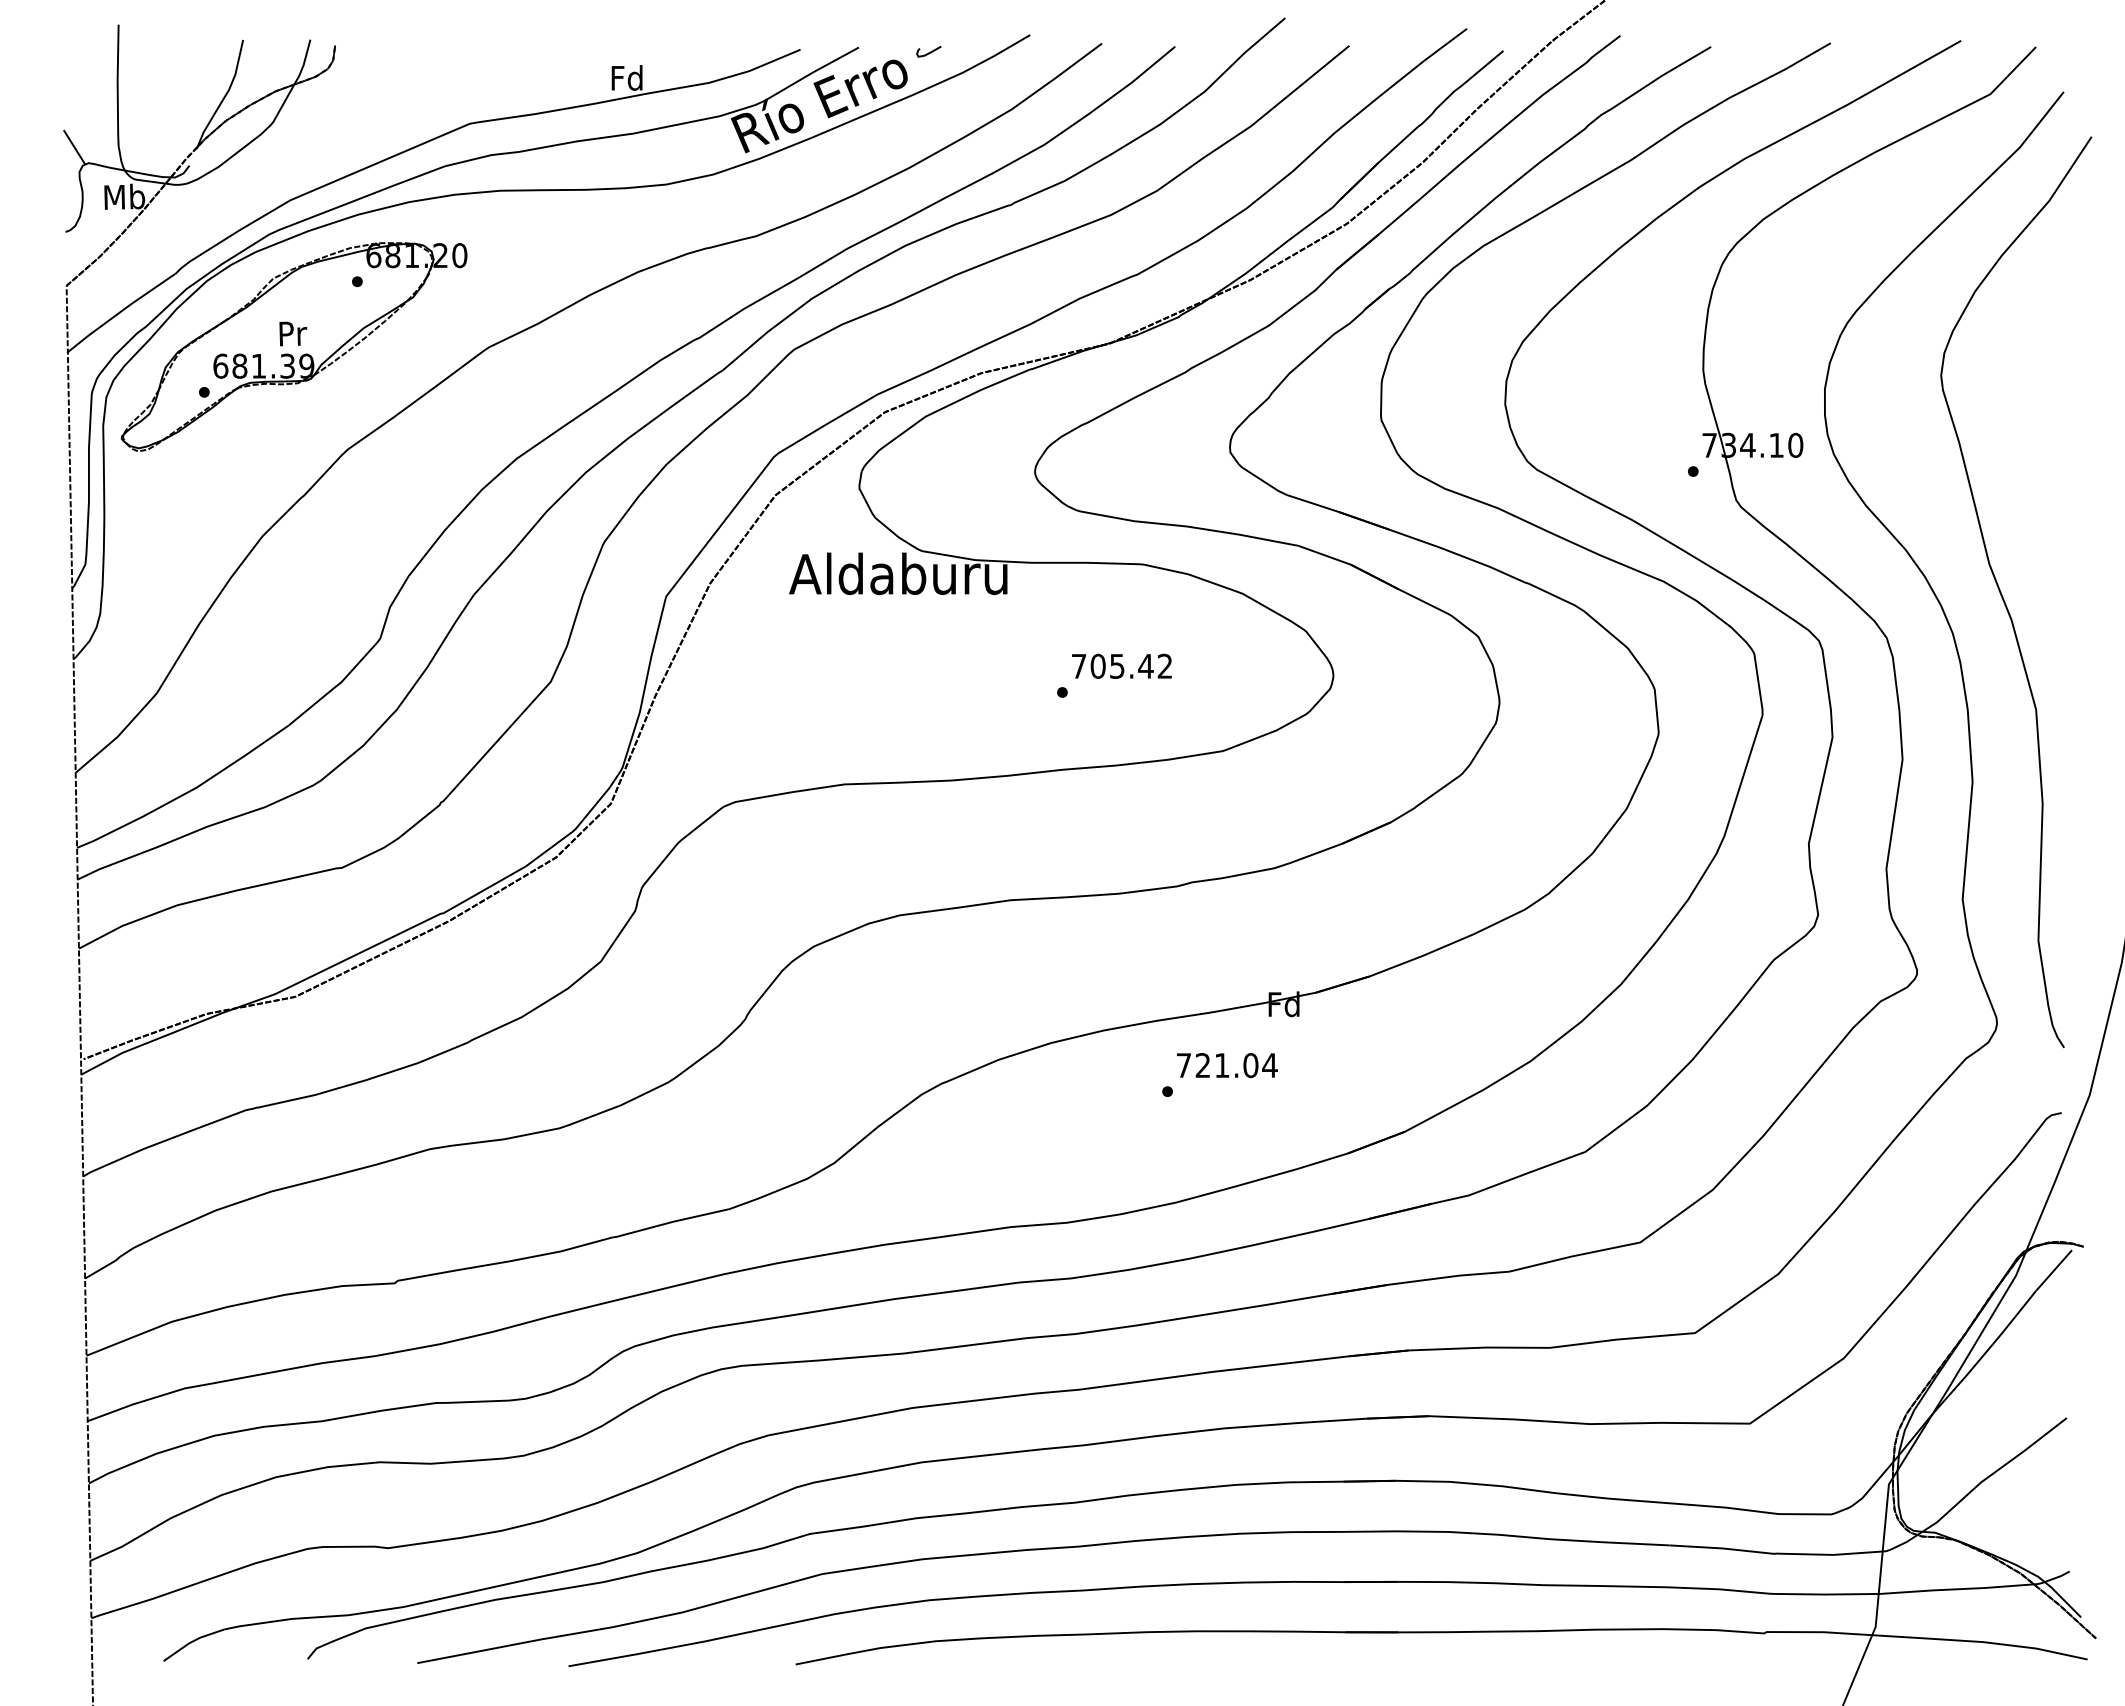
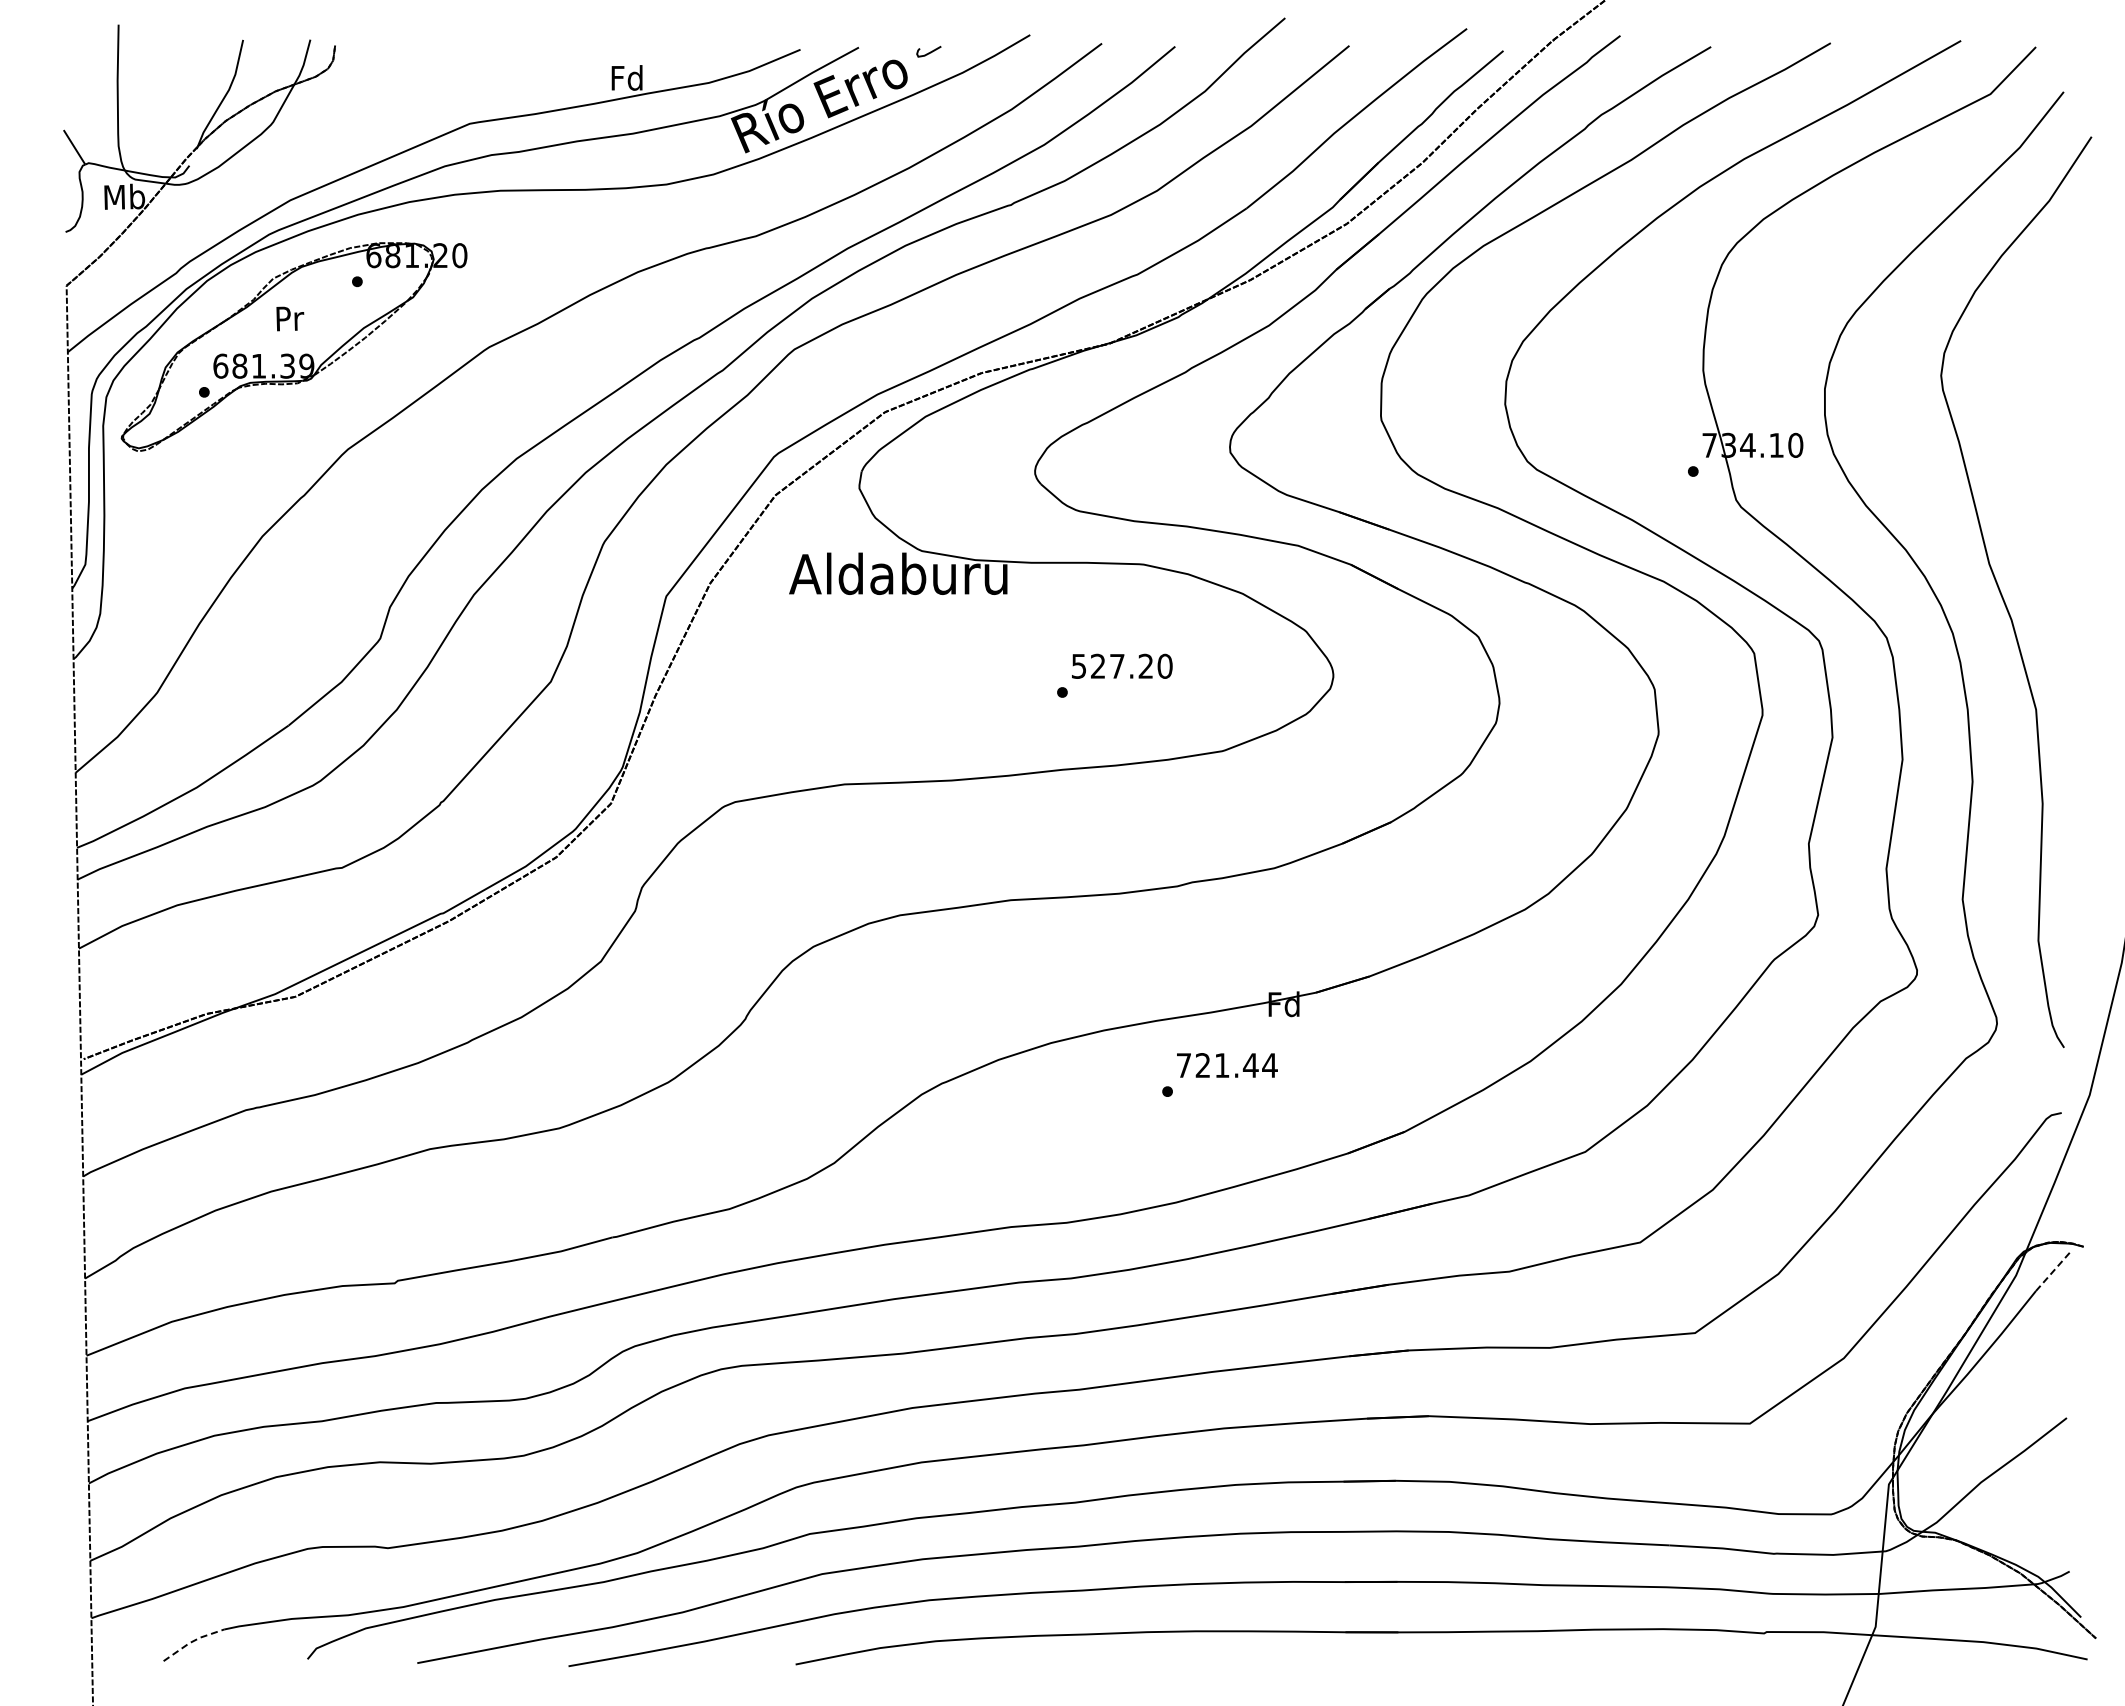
text at (293, 333) position: (293, 333) -> (290, 318)
text at (1122, 665): 705.42 -> 527.20
text at (1250, 1065): 721.04 -> 721.44
line at (2054, 1270): solid -> dashed
line at (192, 1641): solid -> dashed
